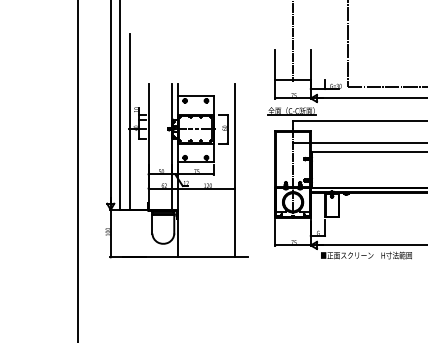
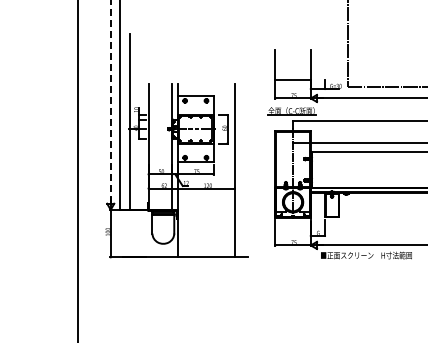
line at (293, 41): present -> none
line at (110, 101): solid -> dashed
